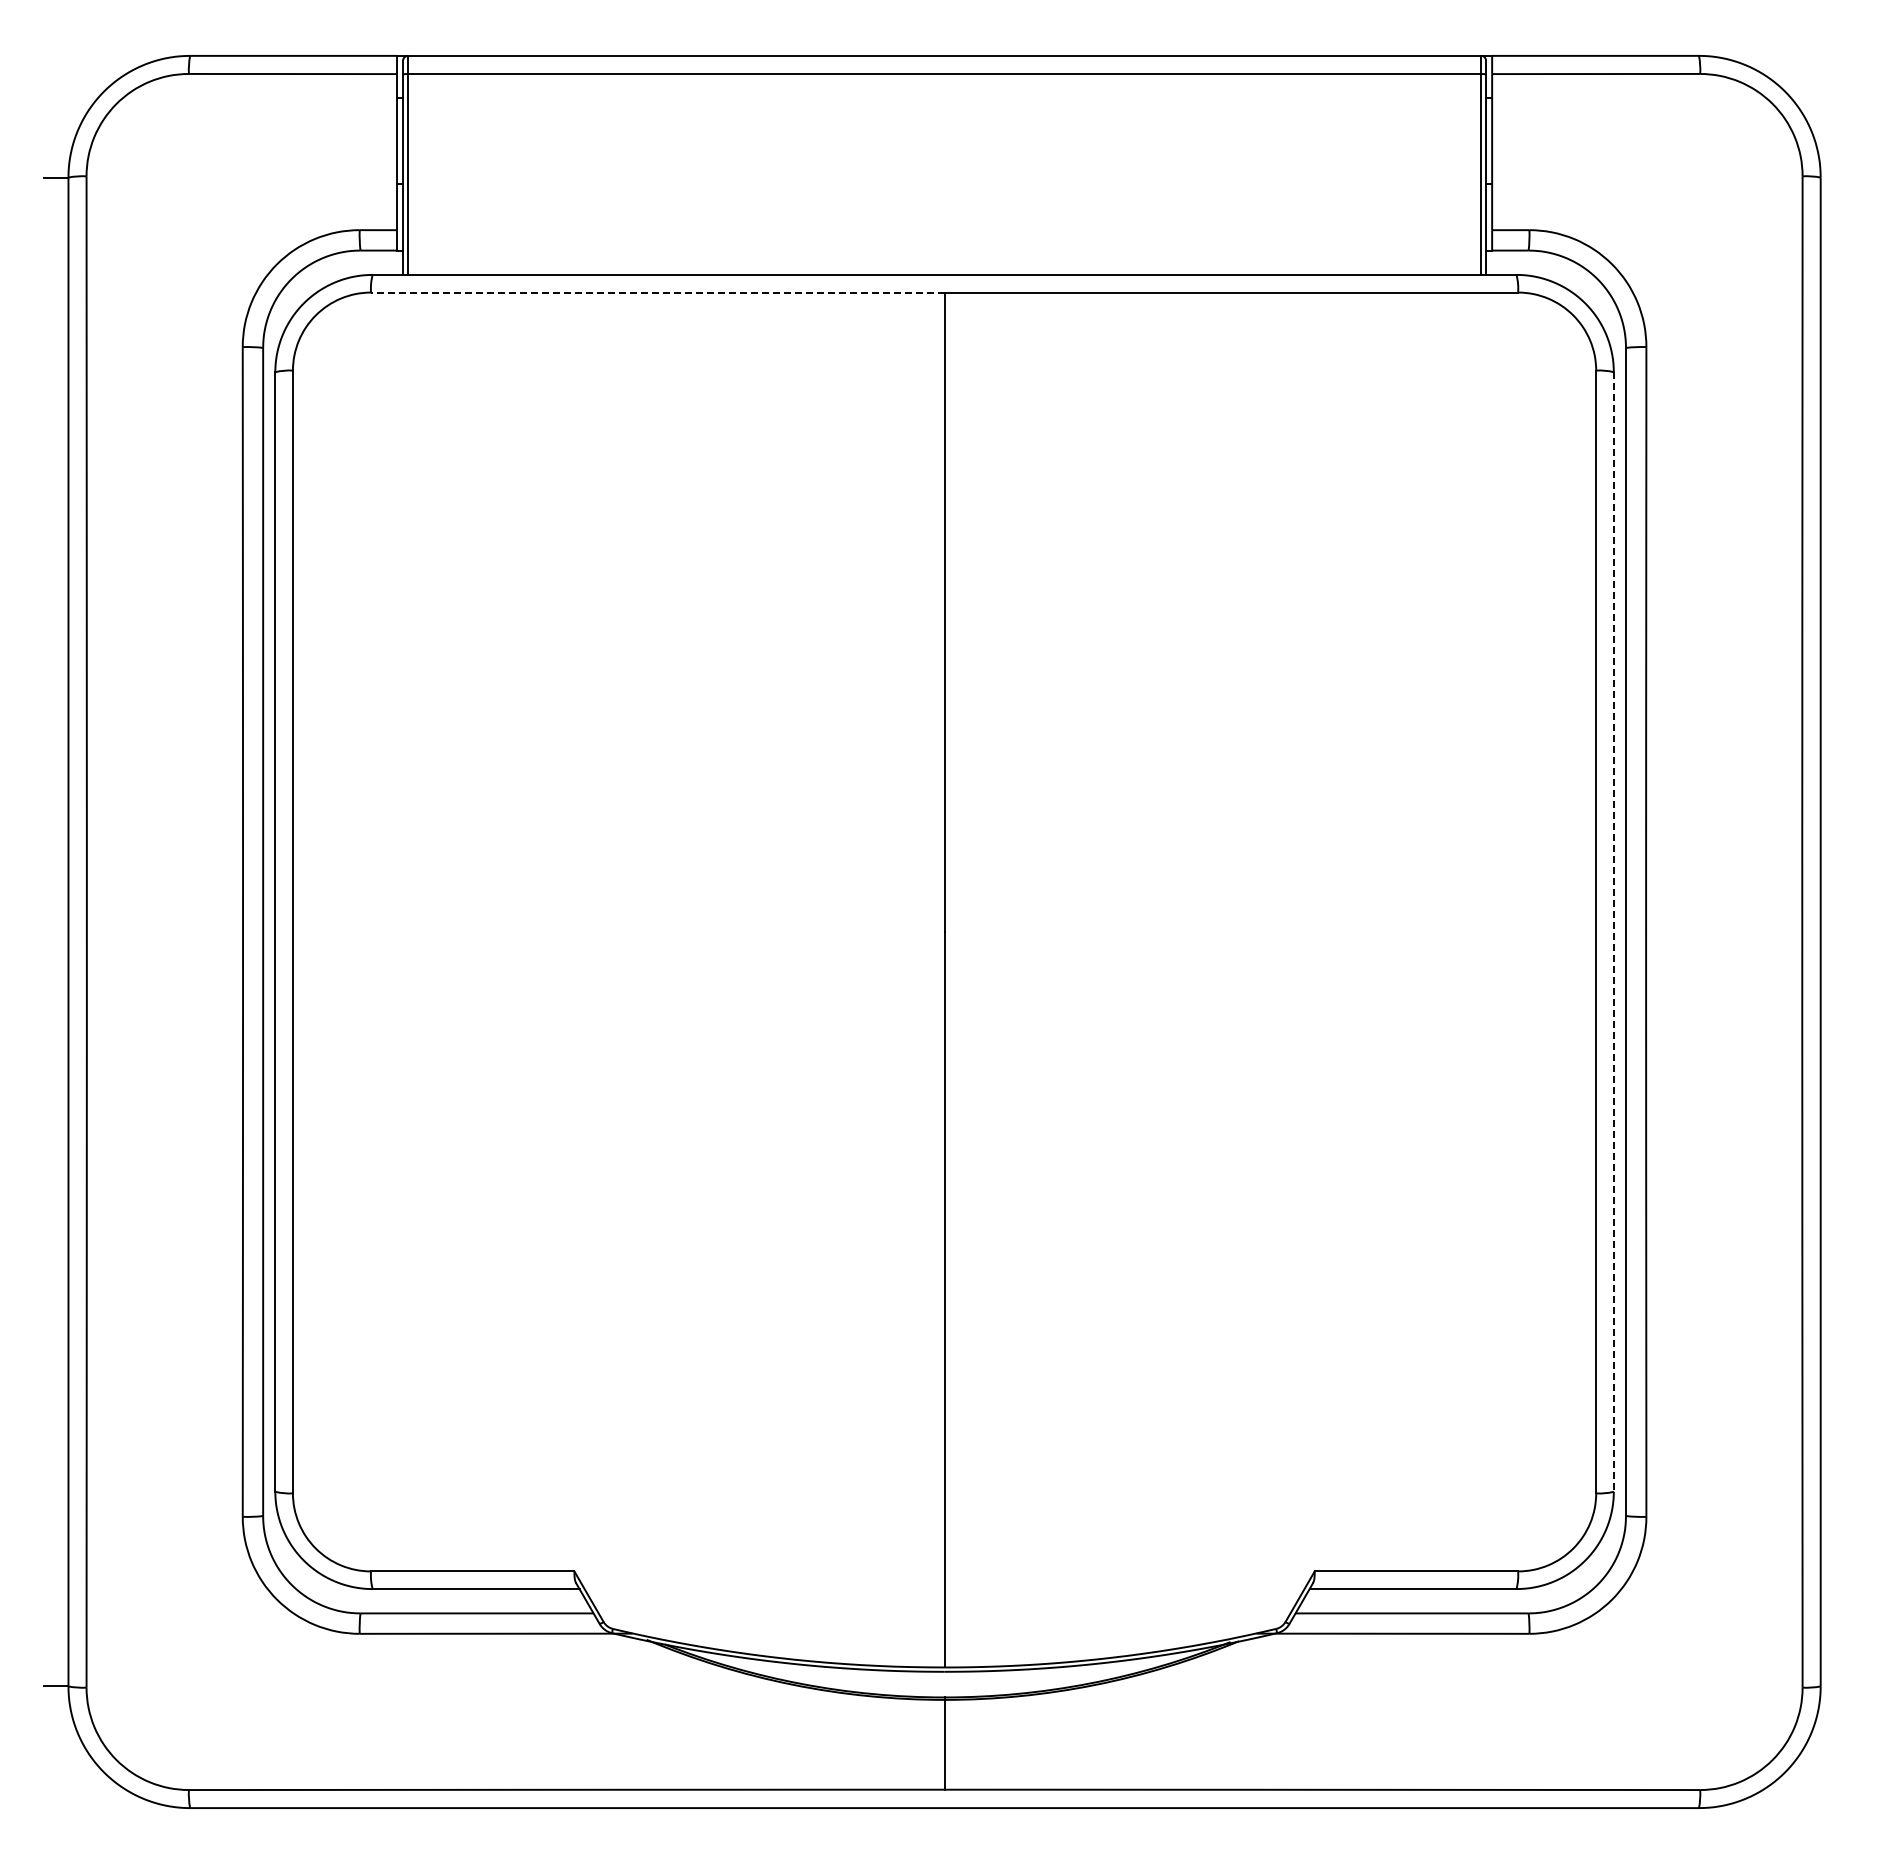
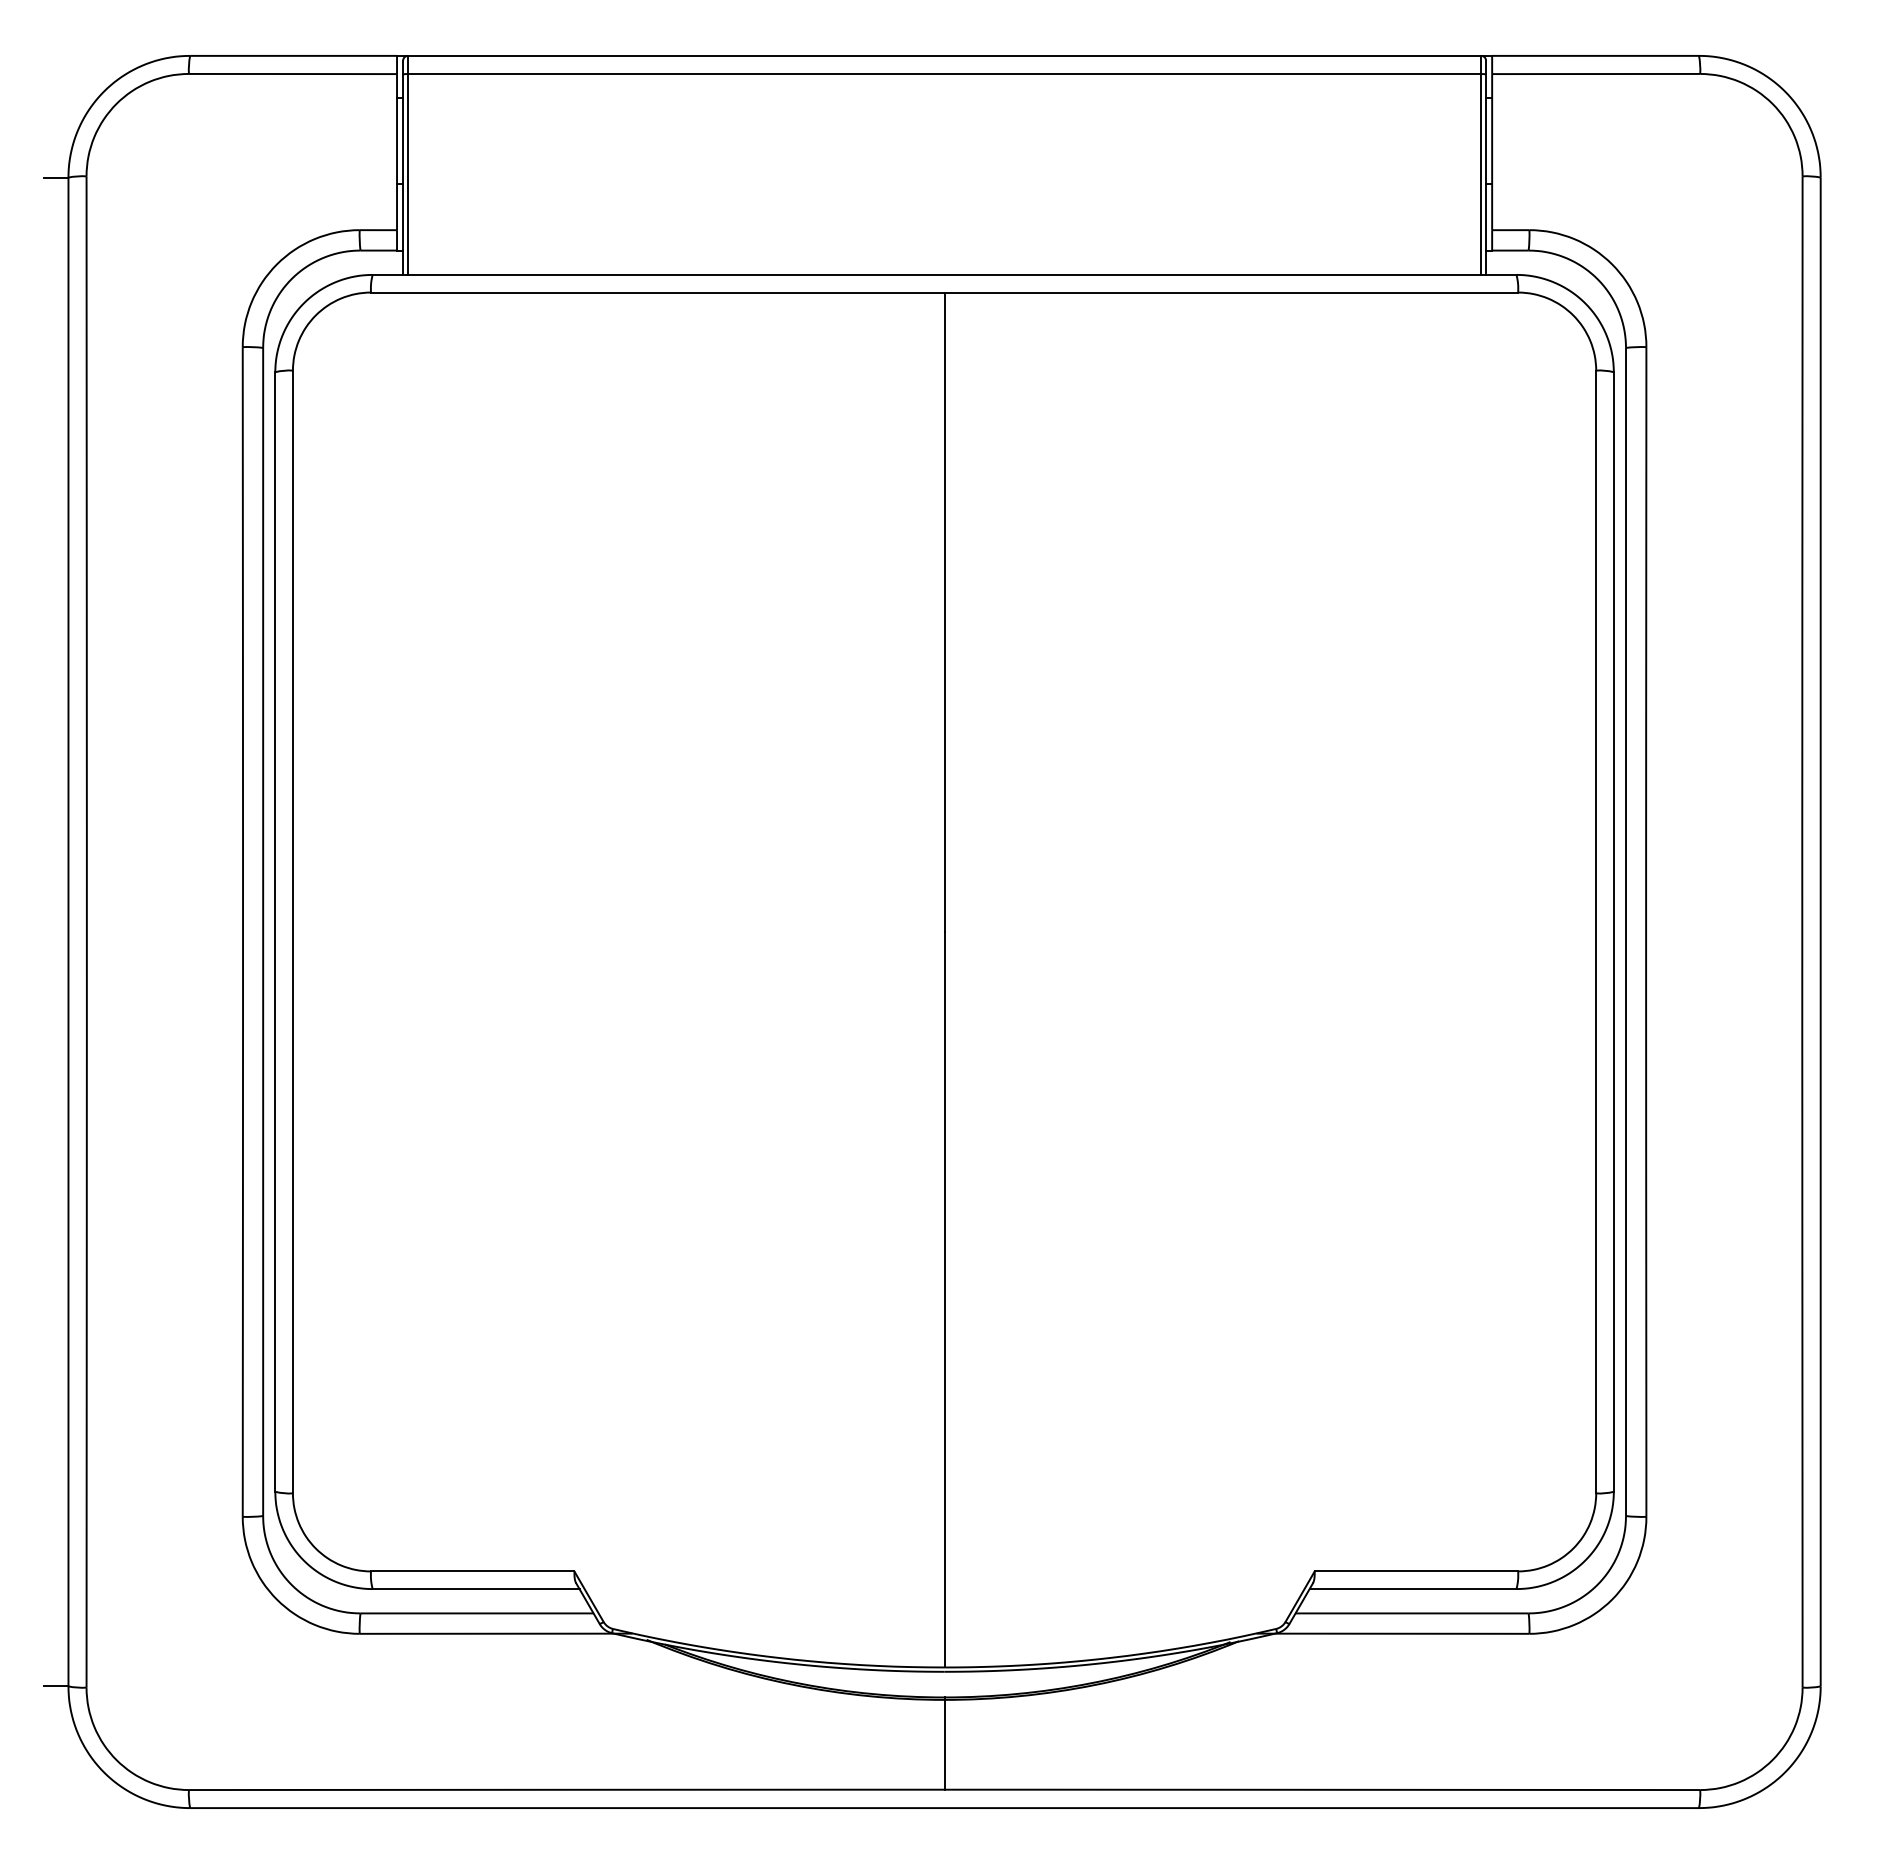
line at (657, 292): dashed -> solid
line at (1613, 932): dashed -> solid
